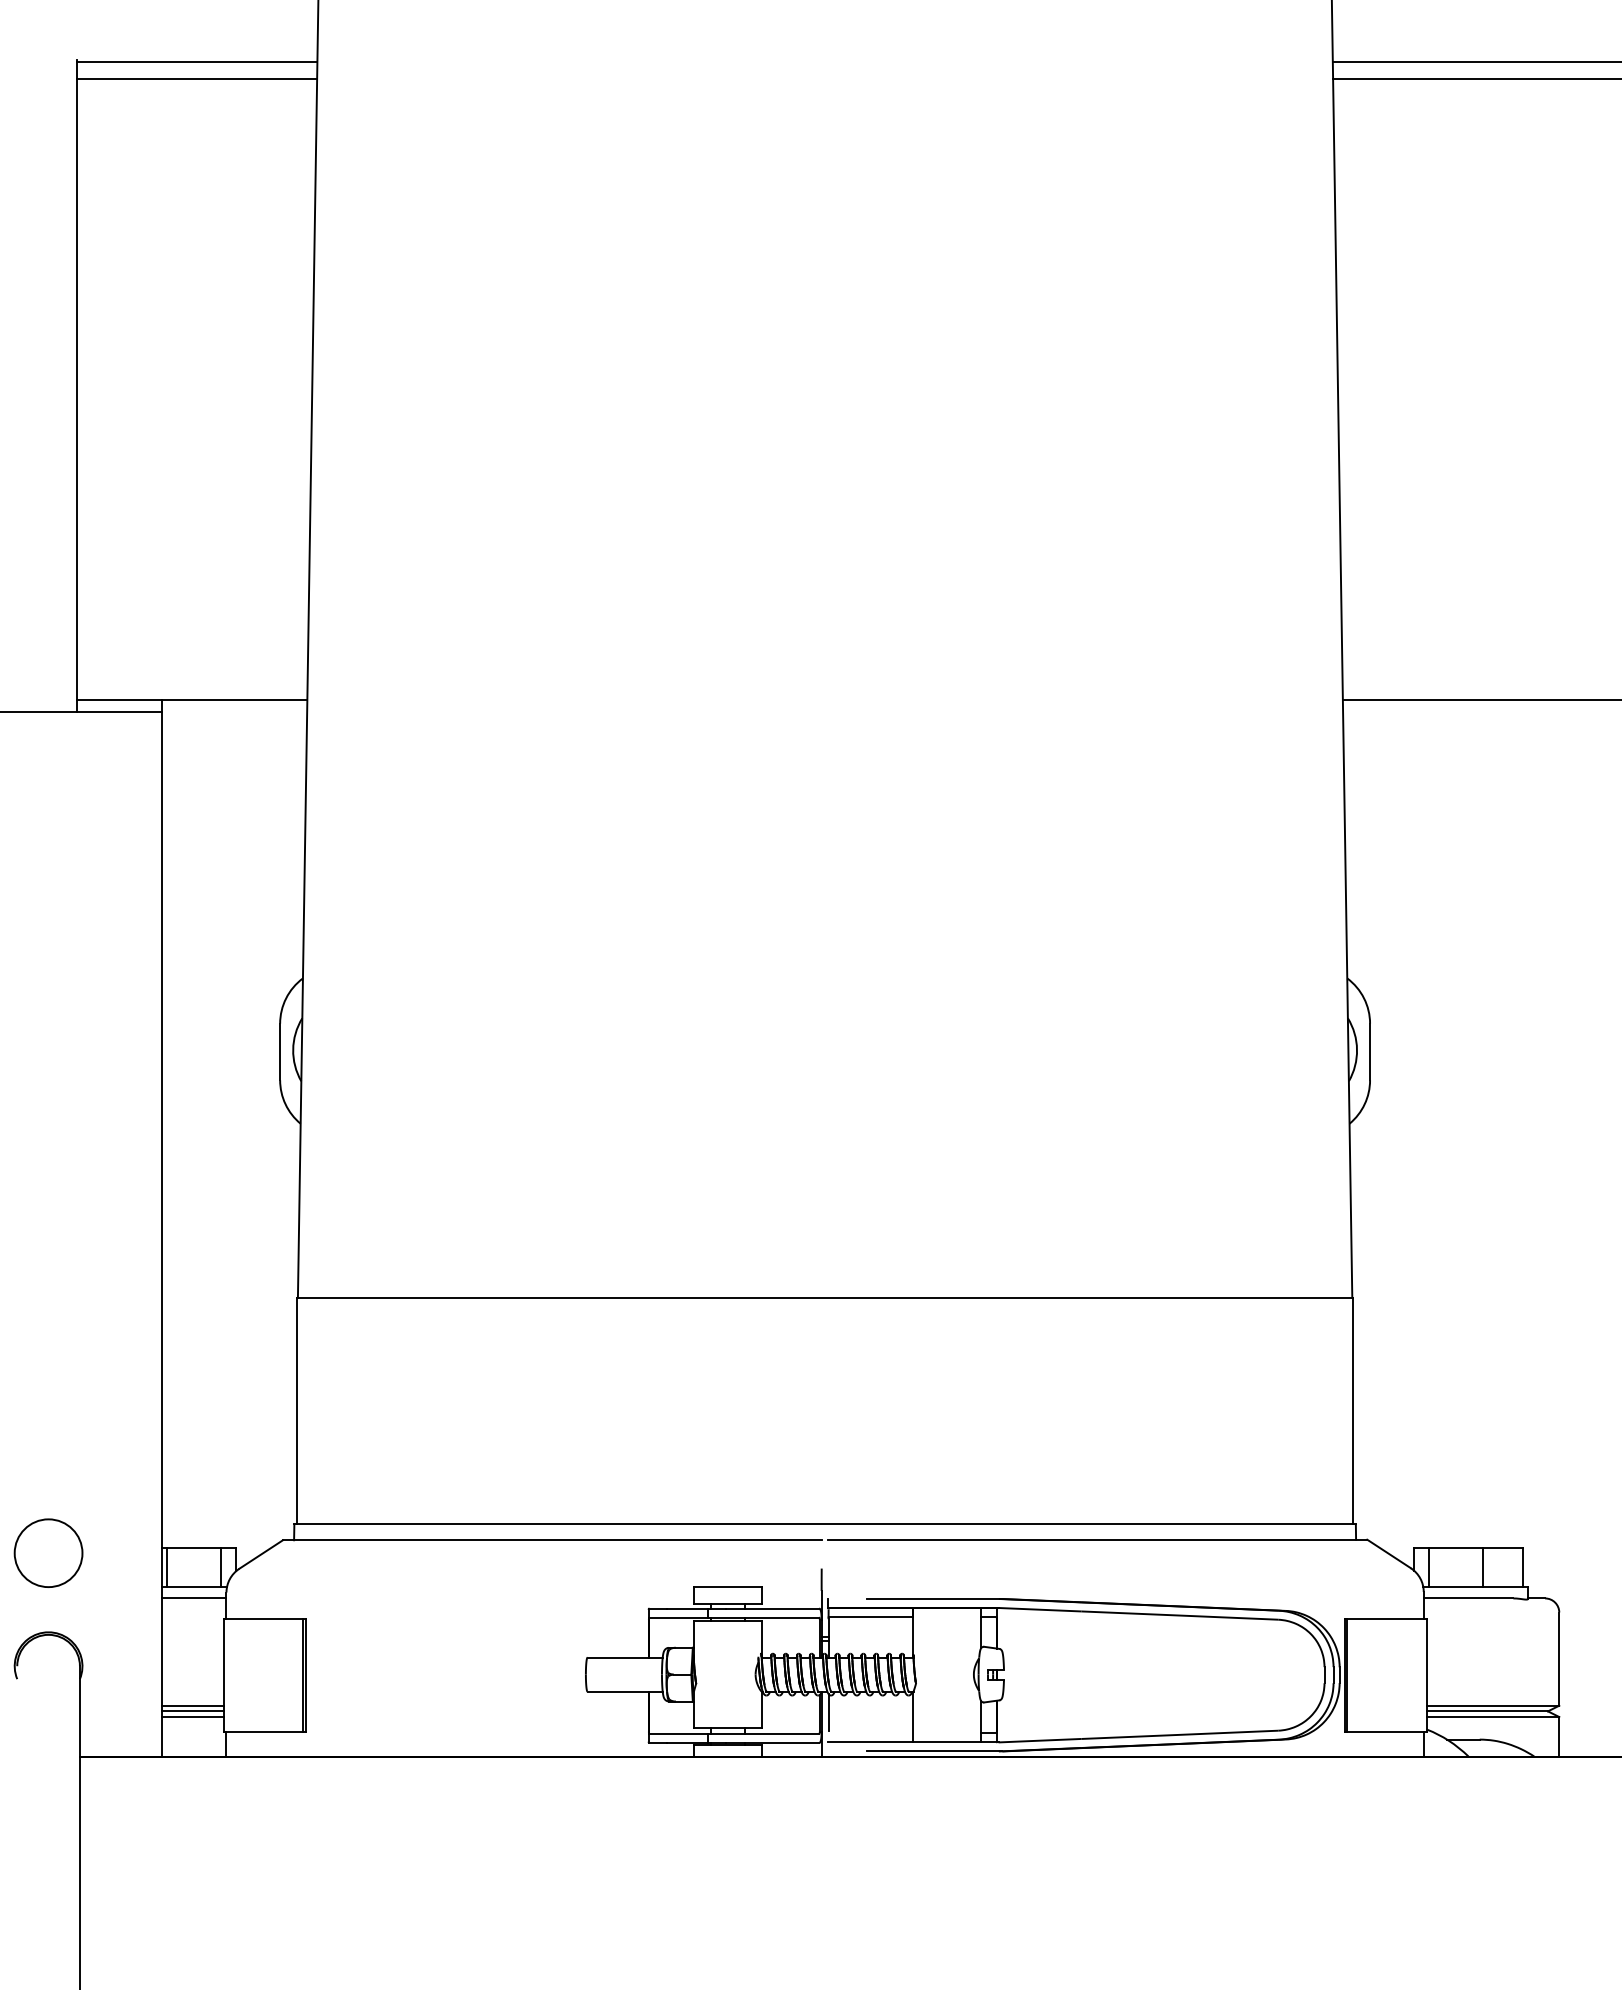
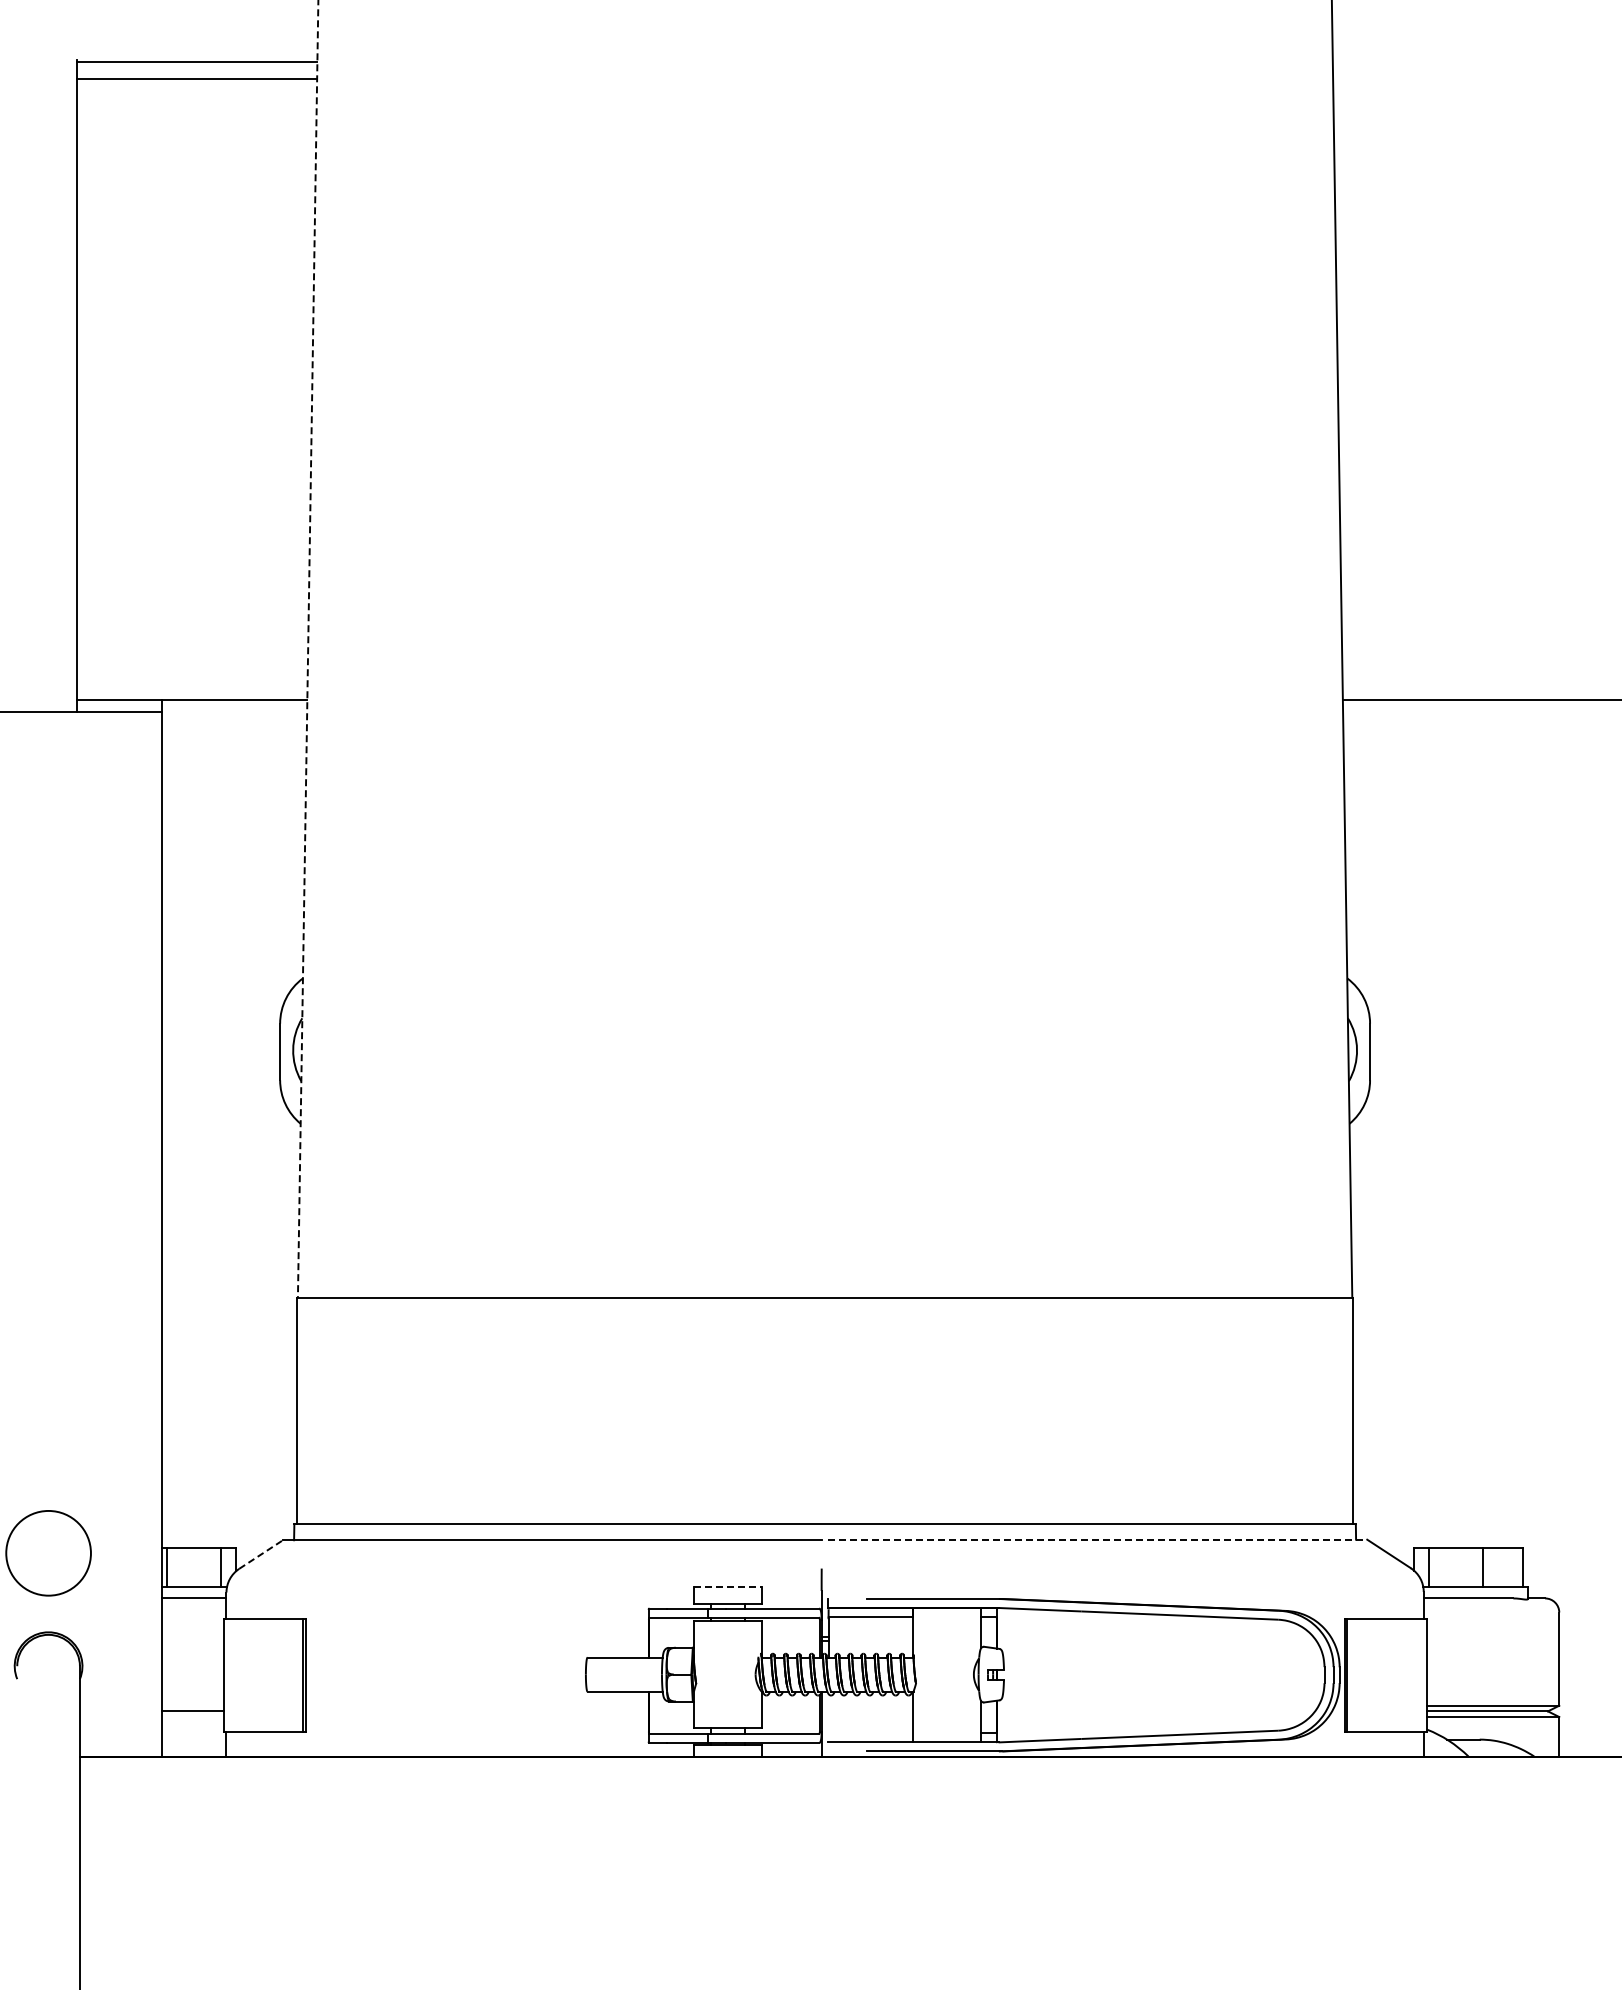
line at (1475, 62): present -> none
line at (1475, 79): present -> none
line at (308, 649): solid -> dashed
line at (1098, 1539): solid -> dashed
circle at (48, 1552) size: 71x70 px -> 87x87 px
line at (261, 1554): solid -> dashed
line at (728, 1587): solid -> dashed
line at (192, 1705): present -> none
line at (828, 1712): present -> none
line at (192, 1717): present -> none
